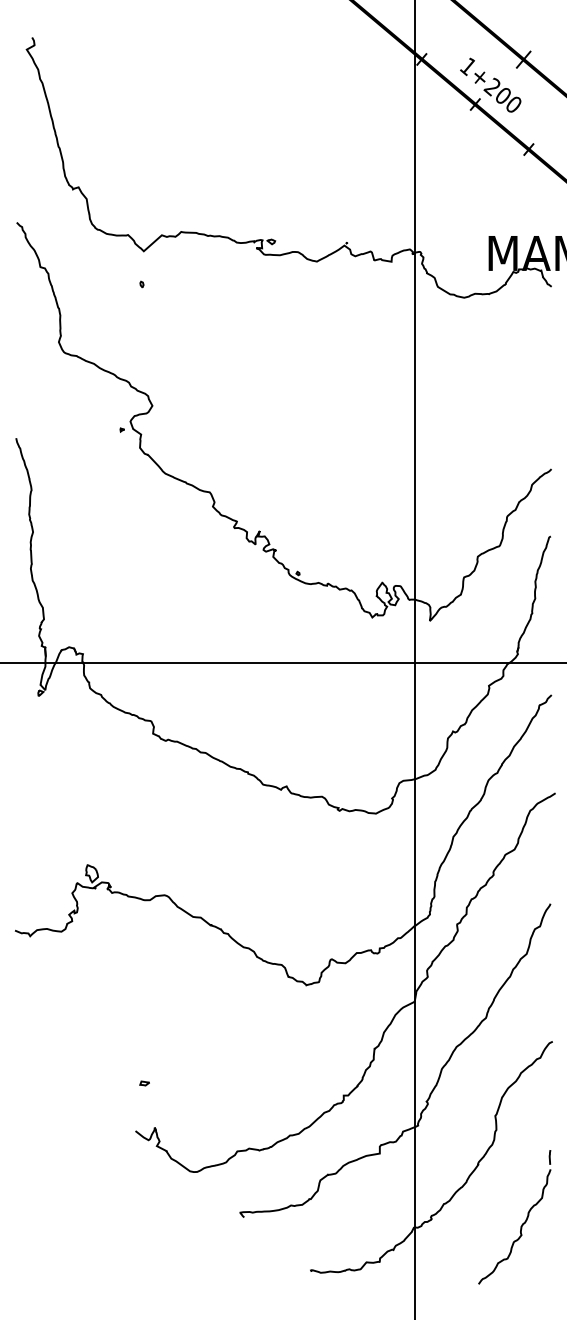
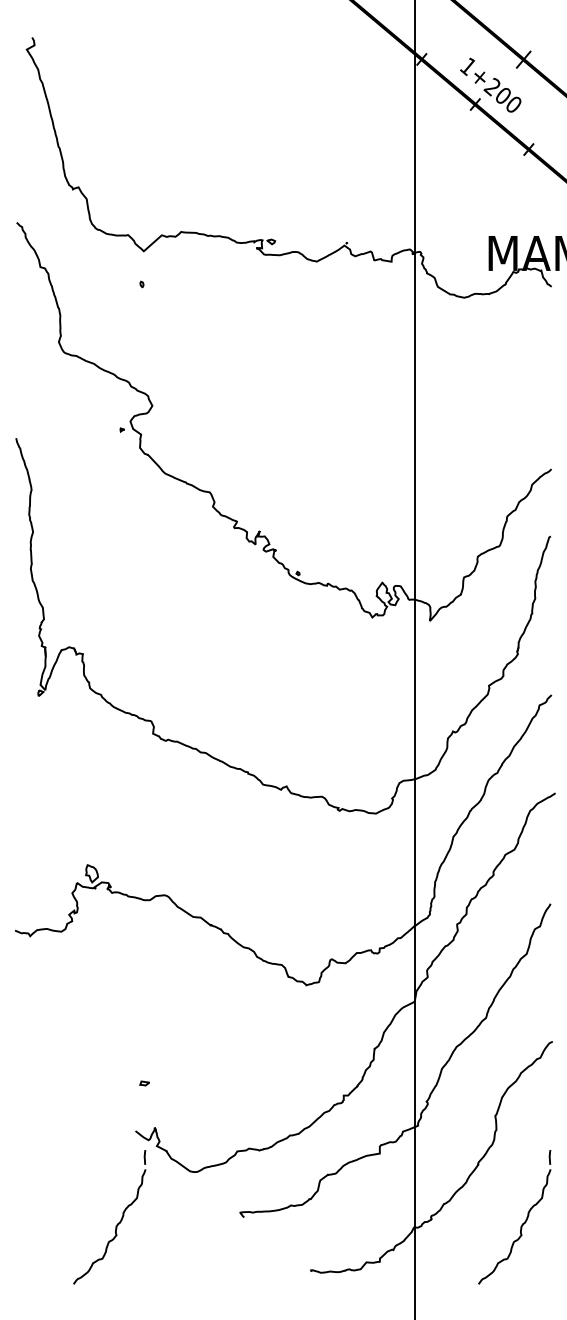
line at (282, 663): present -> none
part at (116, 1224): none -> present
